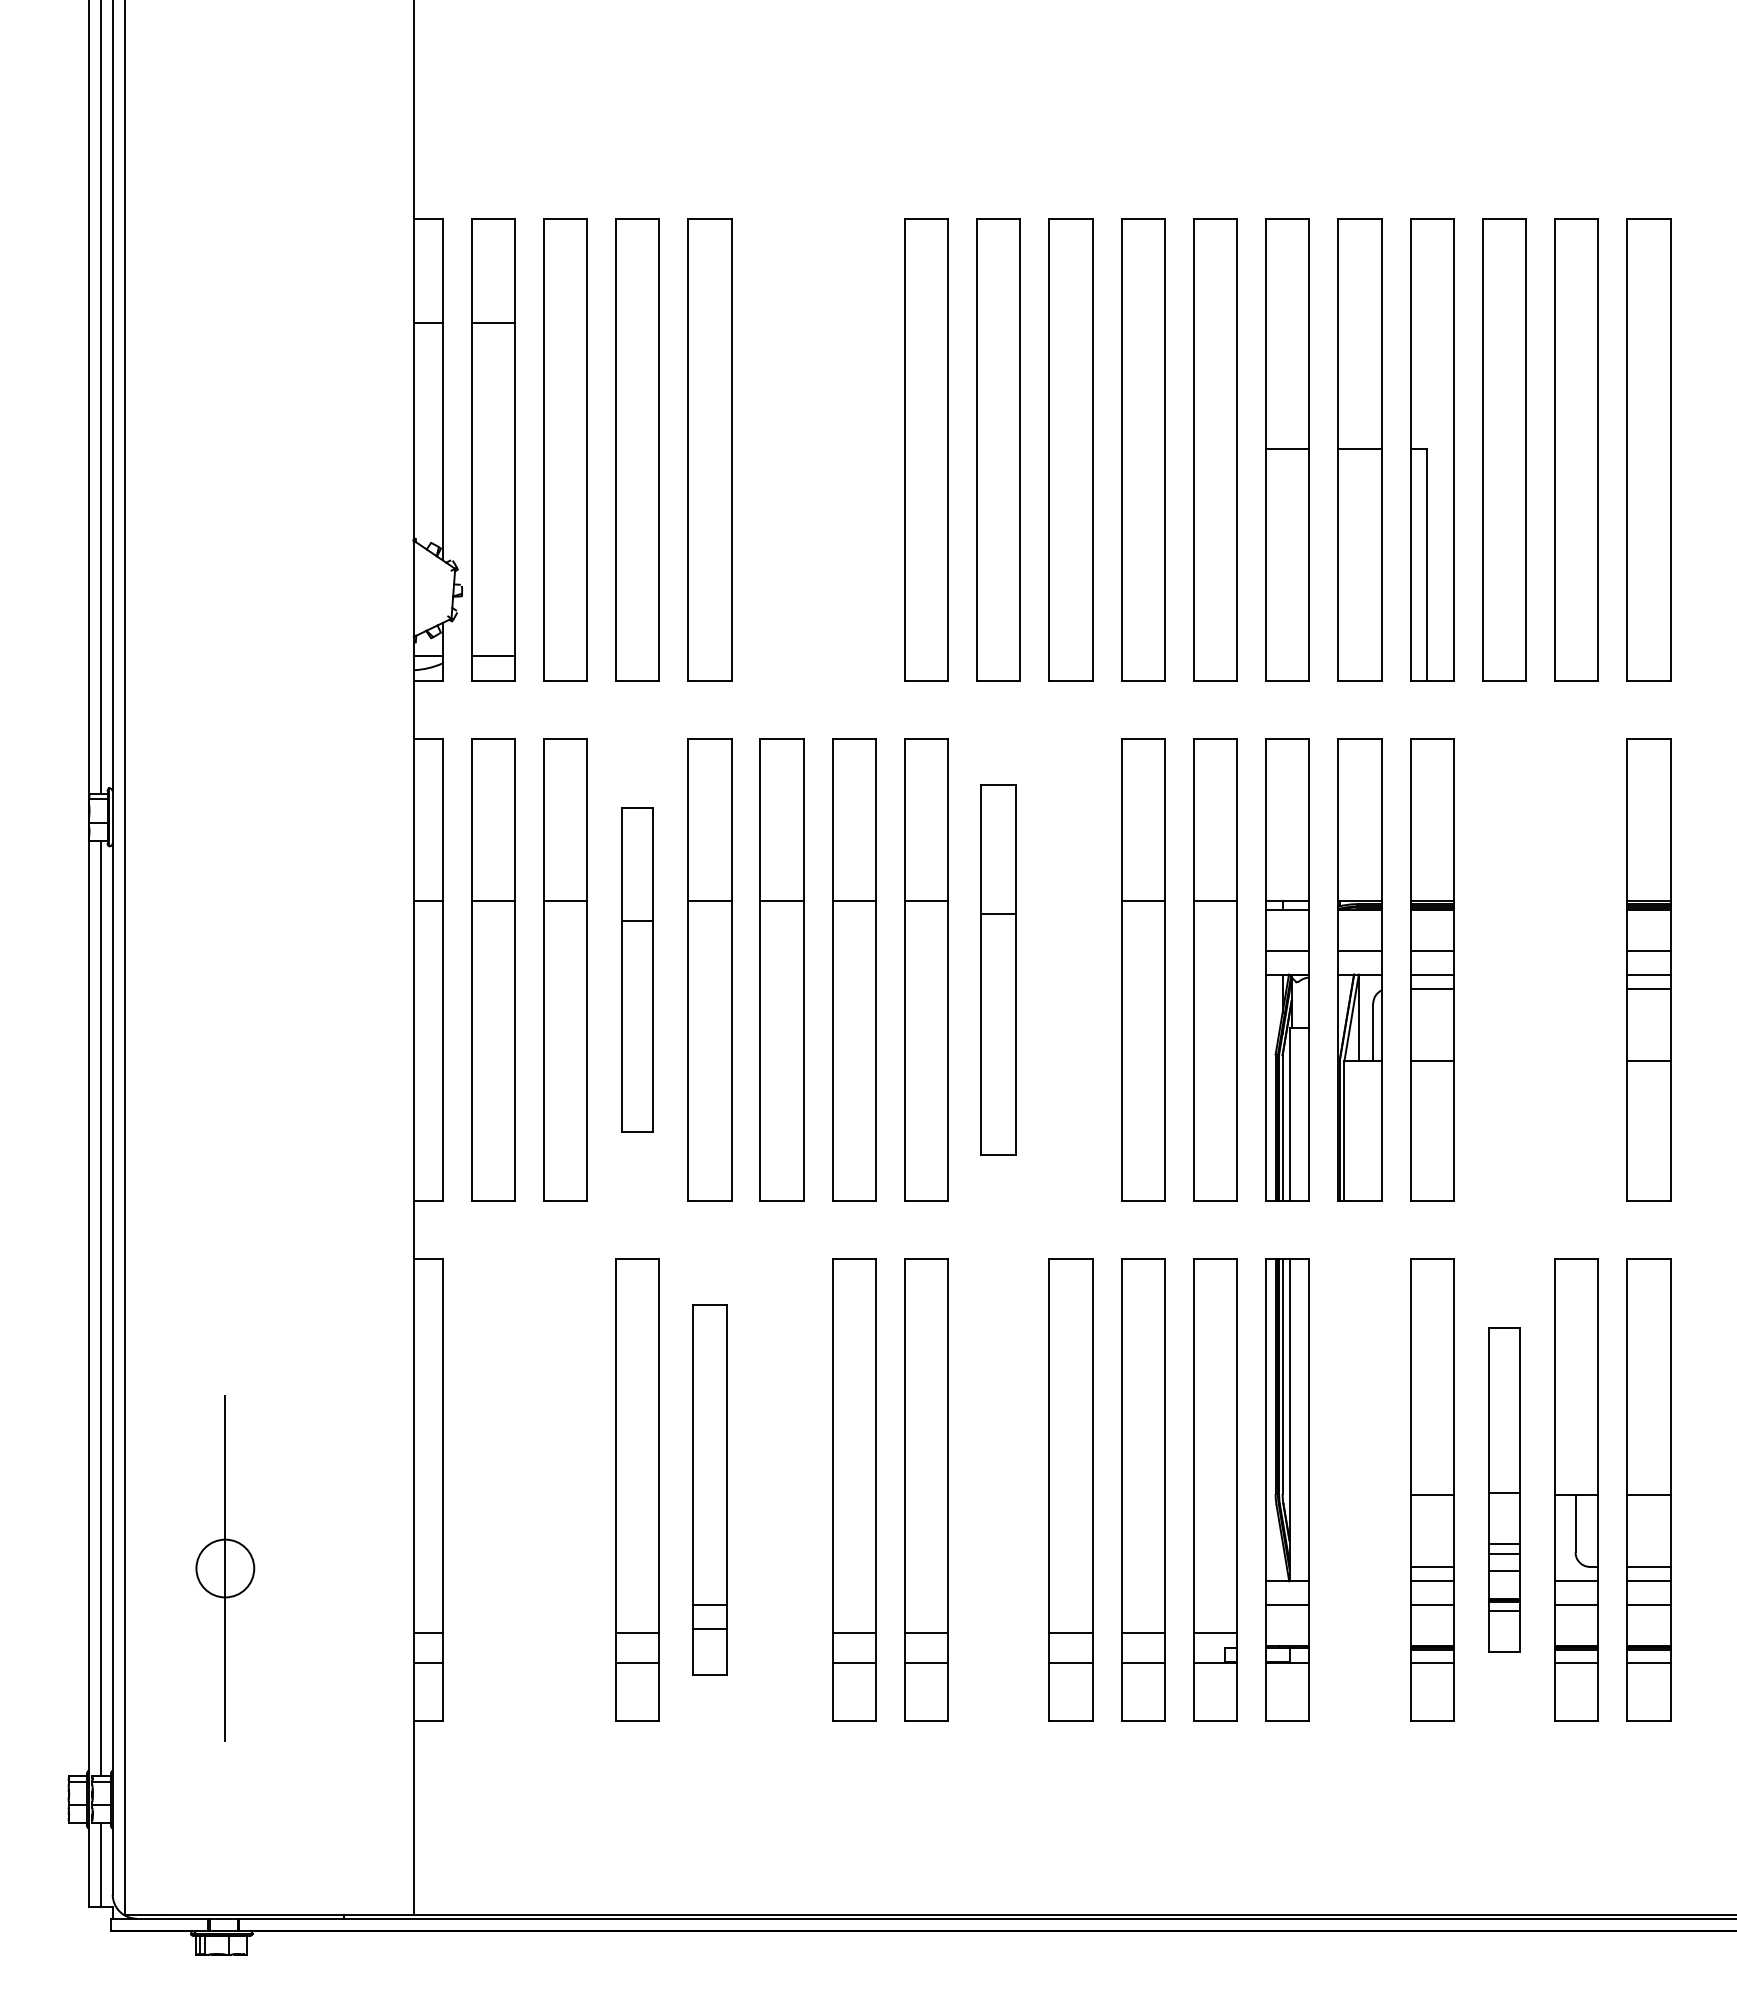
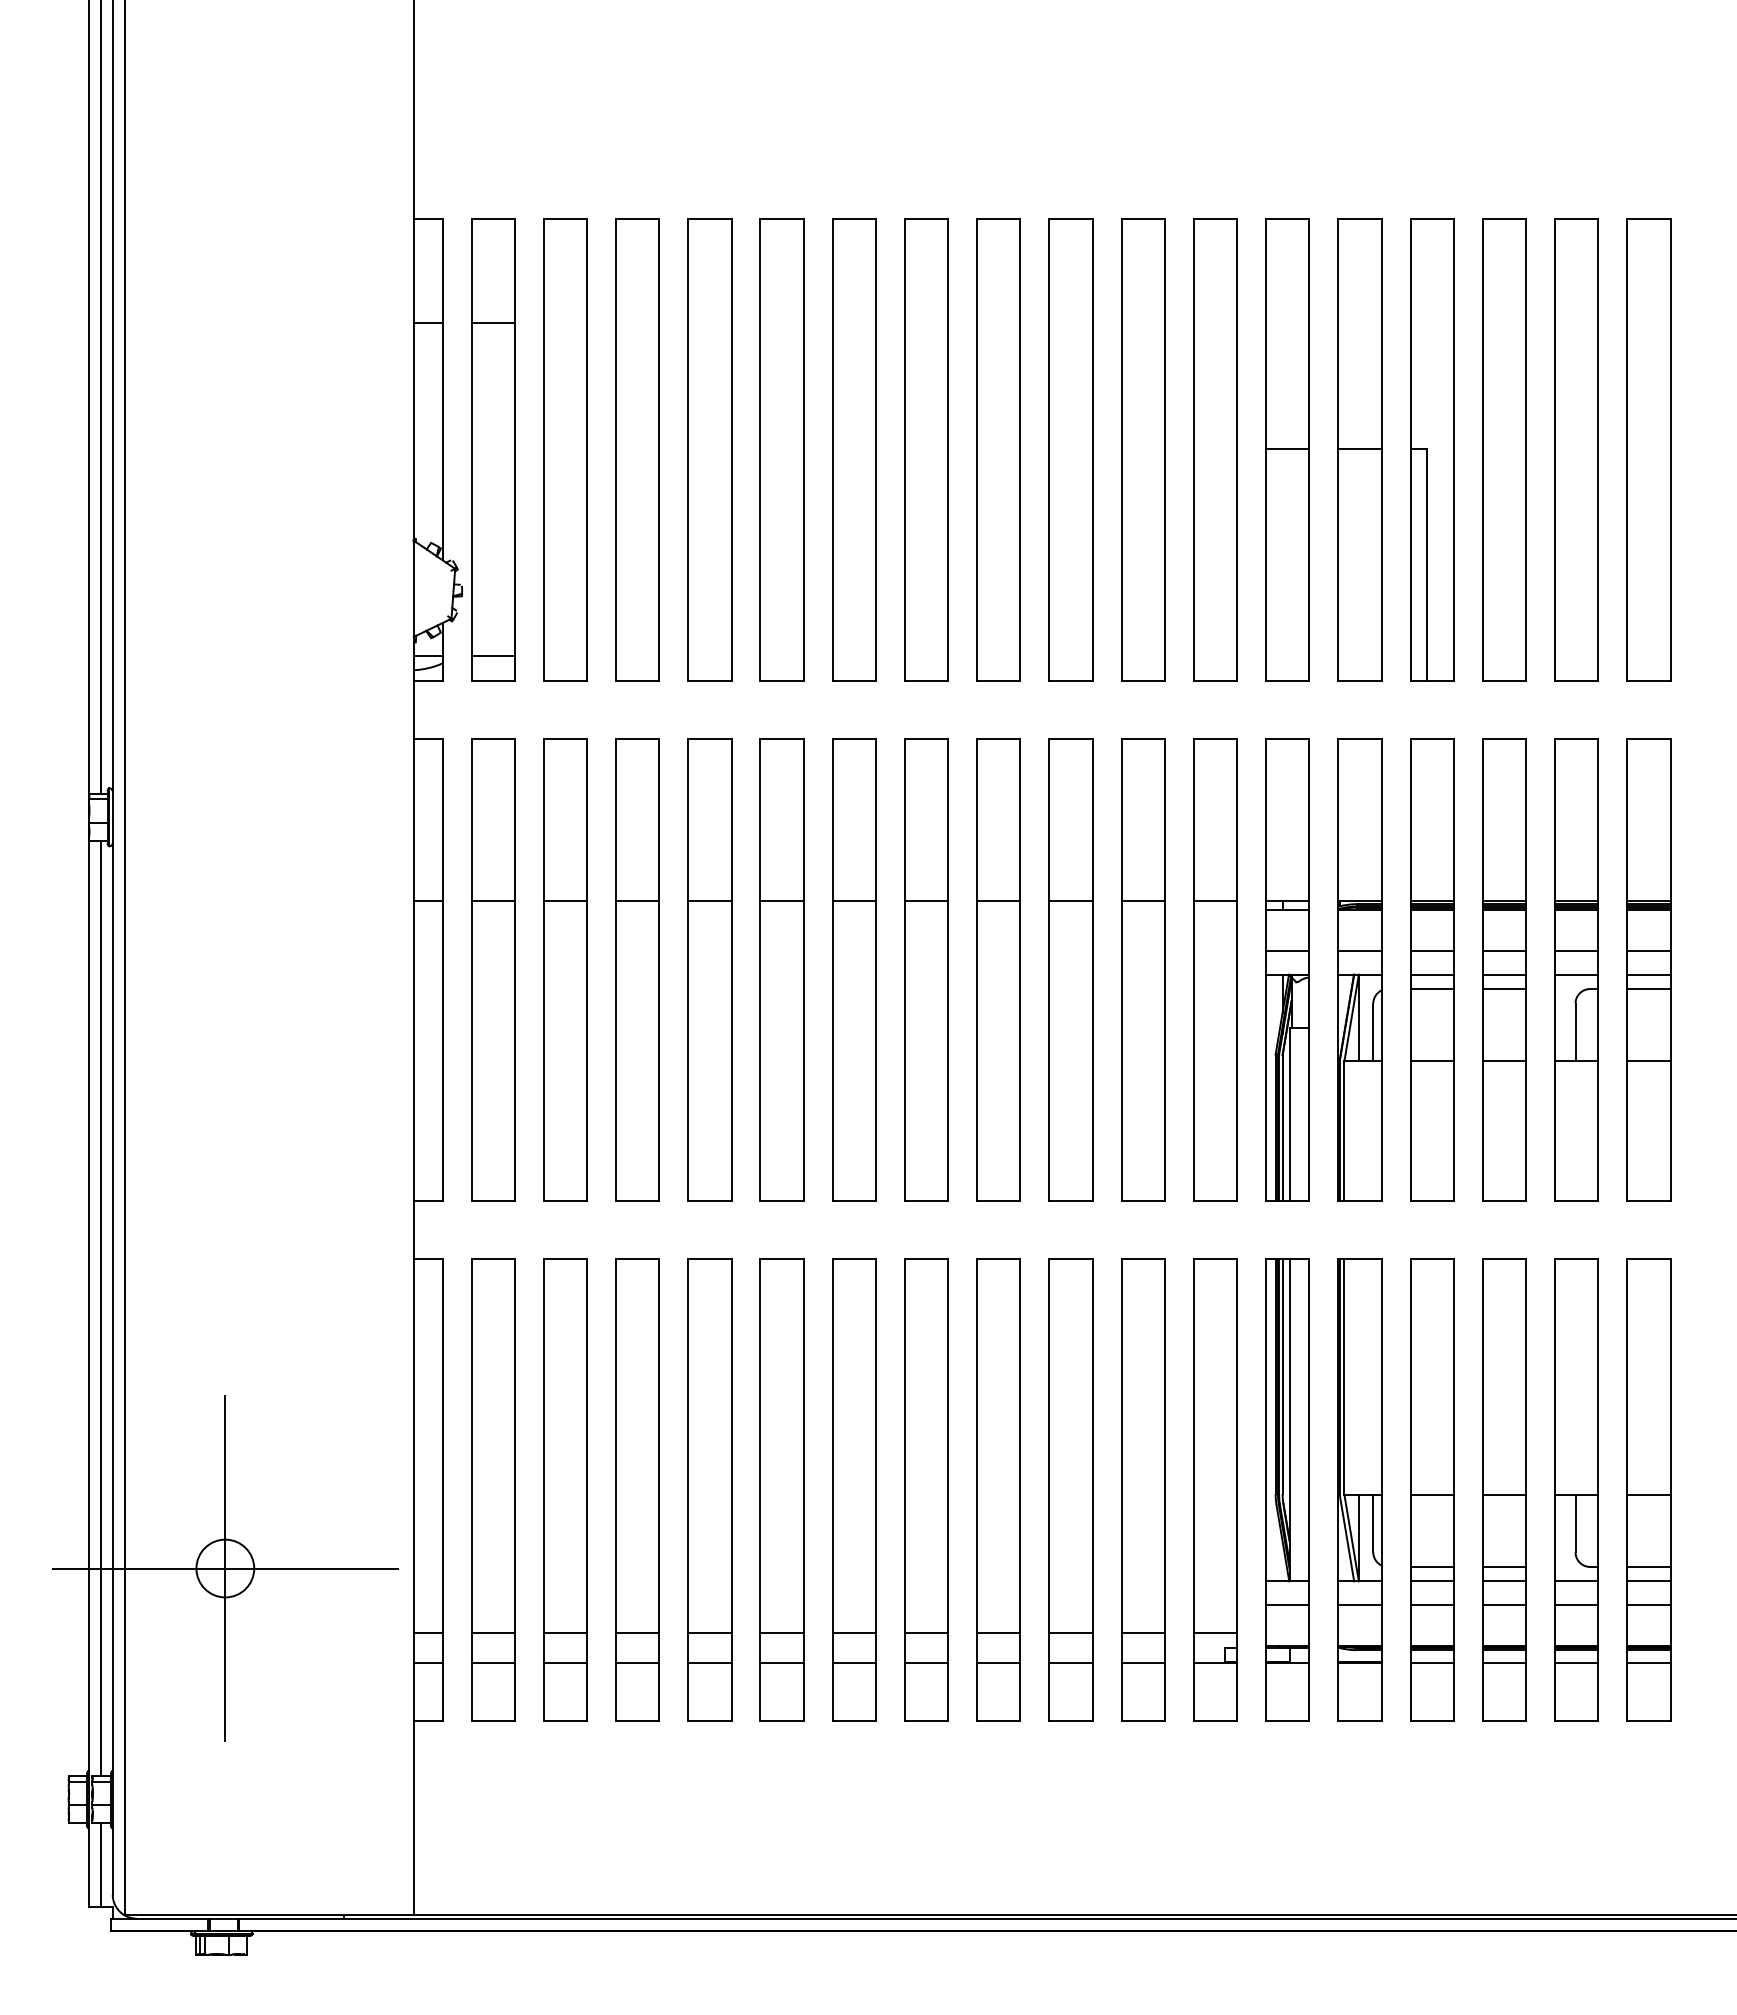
part at (781, 449): none -> present
part at (854, 449): none -> present
part at (637, 969) size: 33x326 px -> 45x464 px
part at (998, 969) size: 37x372 px -> 45x464 px
part at (1070, 969): none -> present
part at (1504, 969): none -> present
part at (1576, 969): none -> present
part at (493, 1489): none -> present
part at (565, 1489): none -> present
part at (709, 1489) size: 36x372 px -> 46x464 px
part at (781, 1489): none -> present
part at (998, 1489): none -> present
part at (1359, 1489): none -> present
part at (1504, 1489) size: 33x326 px -> 45x464 px
line at (224, 1568): none -> present
